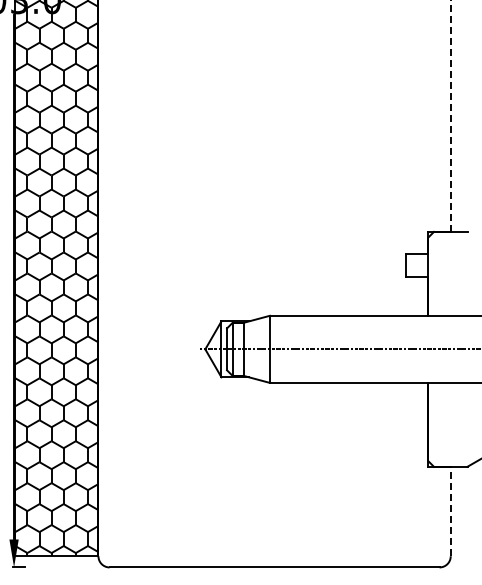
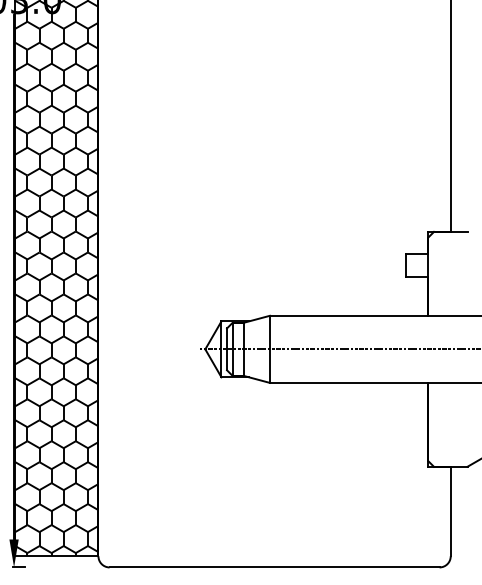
line at (450, 116): dashed -> solid
line at (450, 511): dashed -> solid
